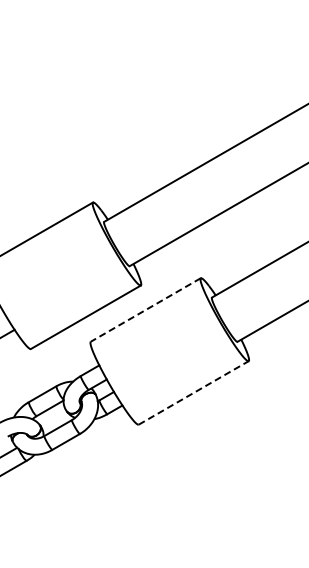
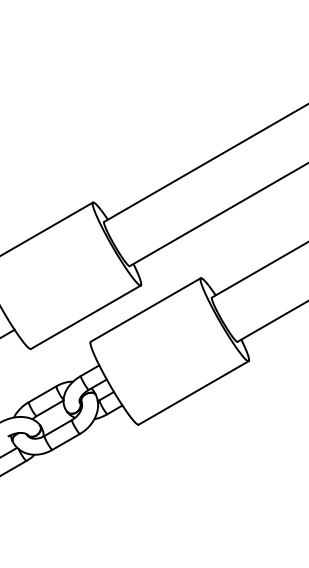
line at (145, 309): dashed -> solid
line at (193, 392): dashed -> solid
